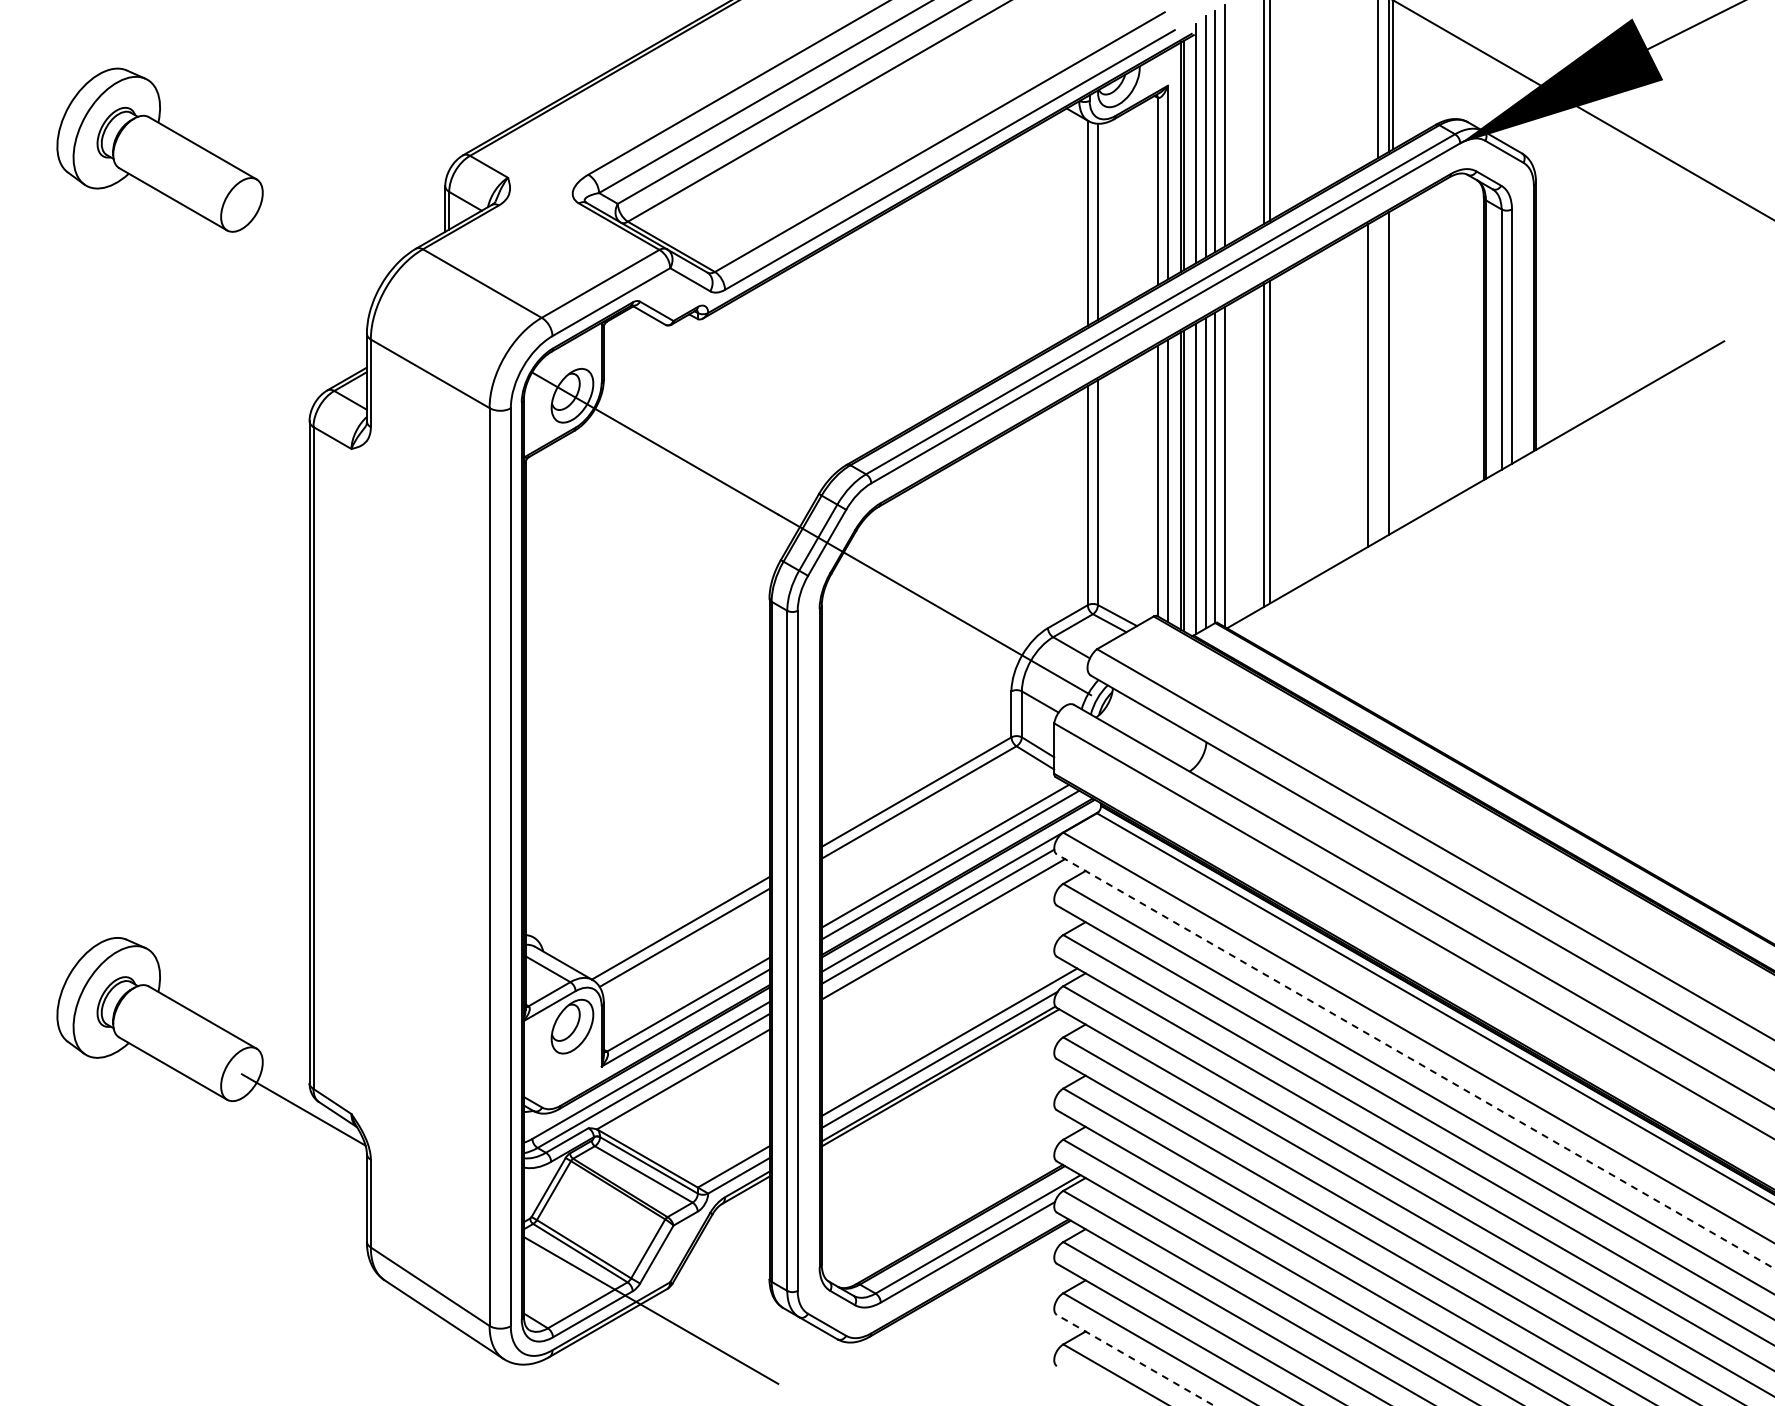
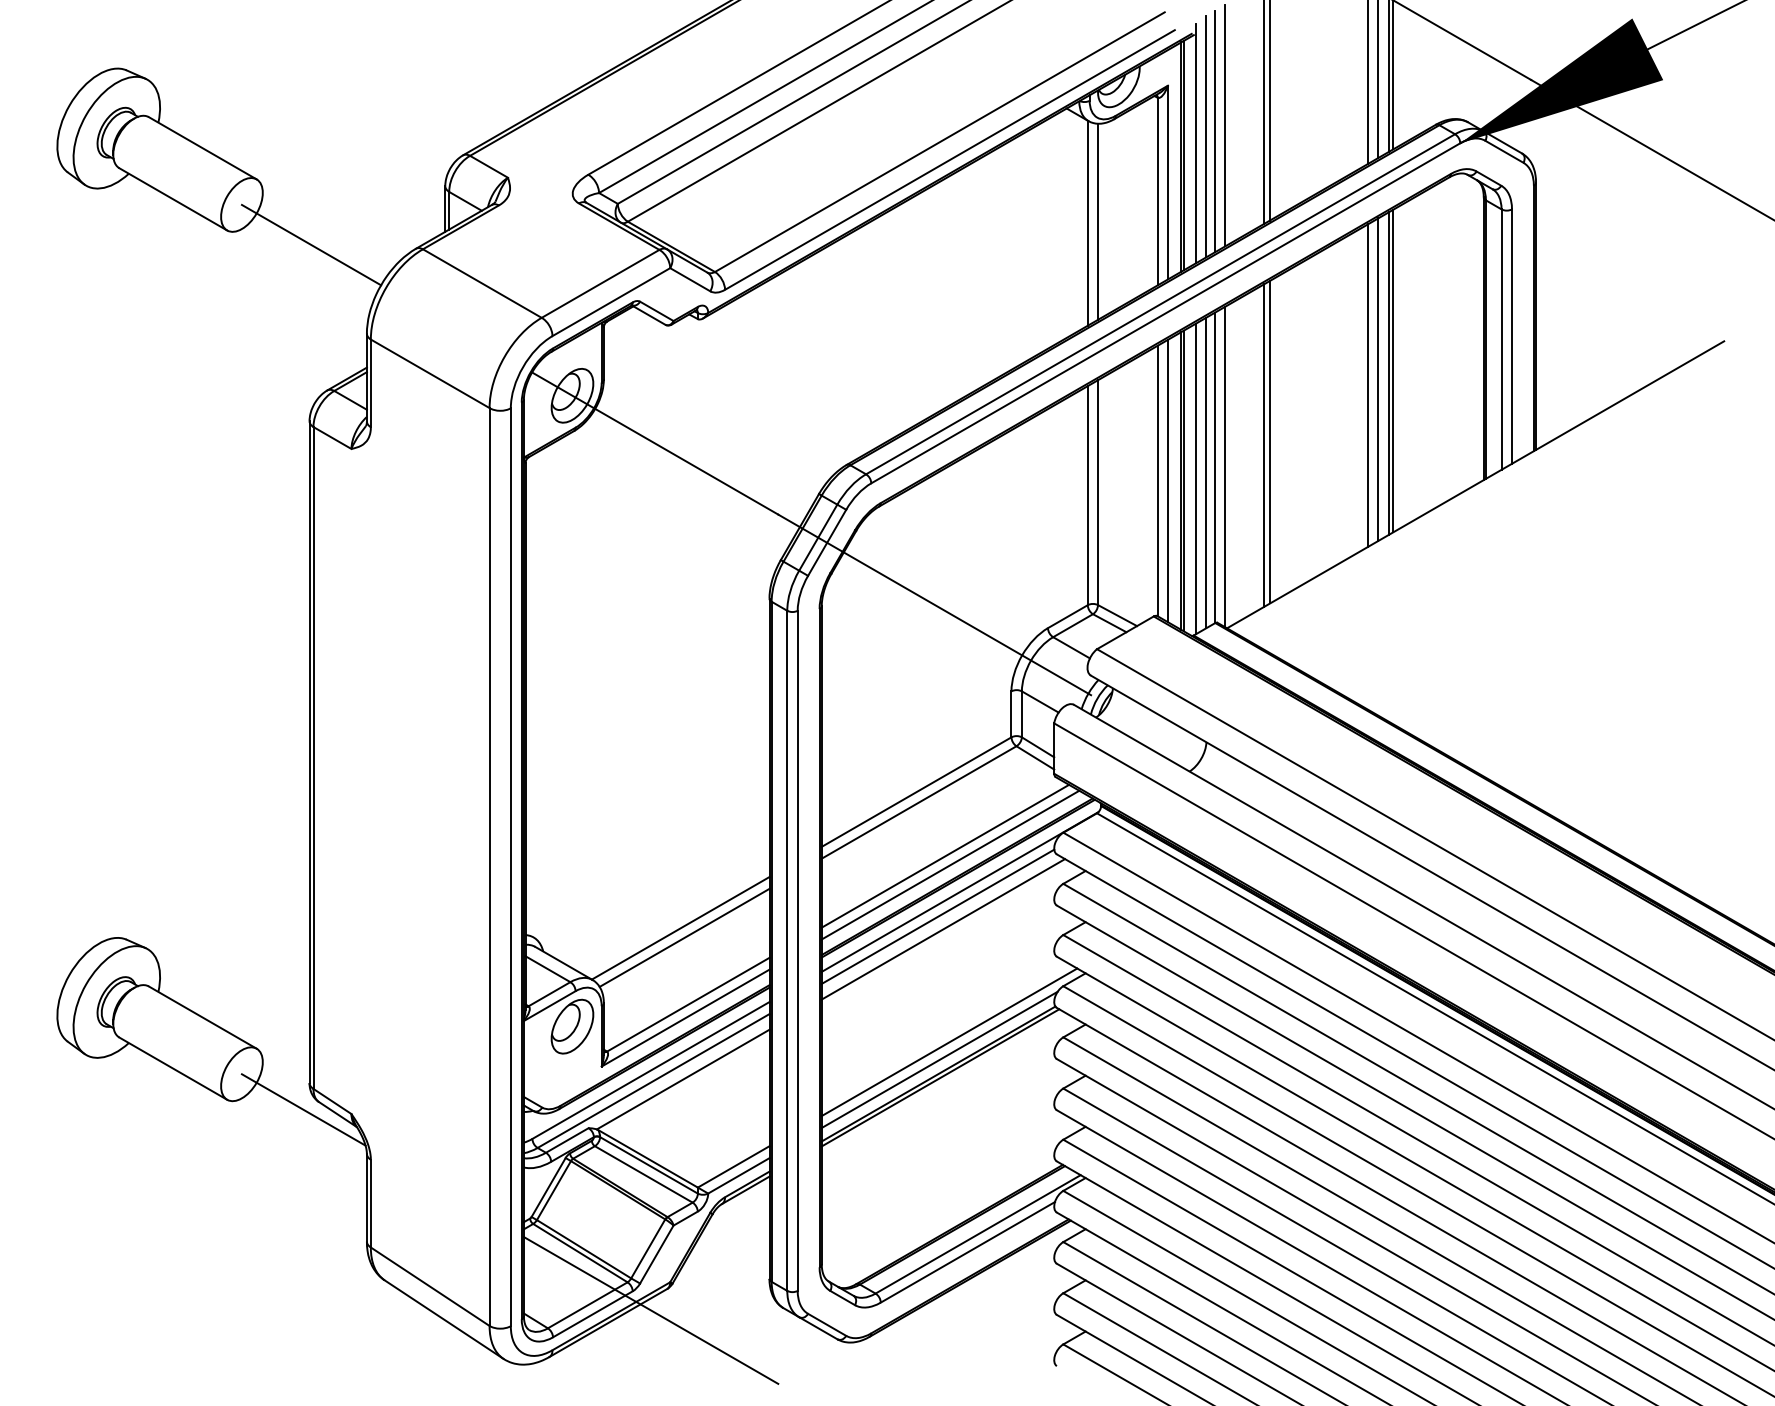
line at (1367, 83): none -> present
line at (311, 244): none -> present
line at (1393, 370): none -> present
line at (1378, 379): none -> present
line at (1415, 1061): dashed -> solid
line at (1135, 1360): dashed -> solid
